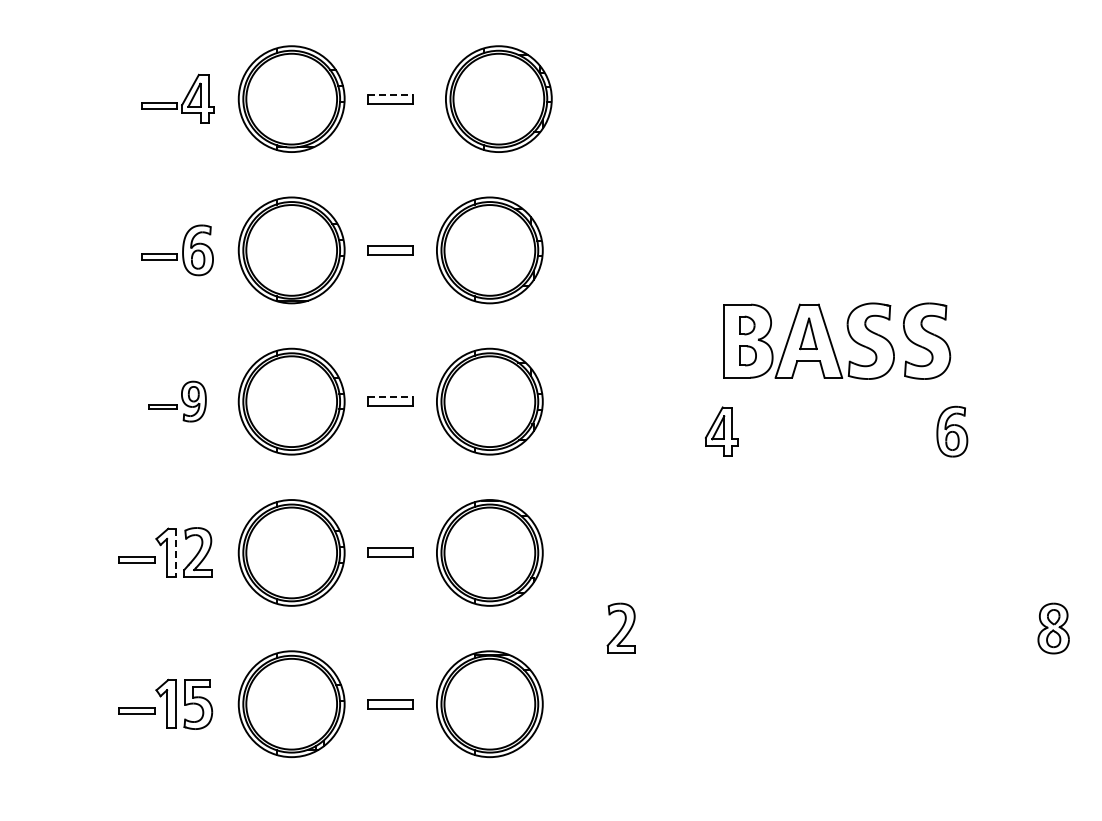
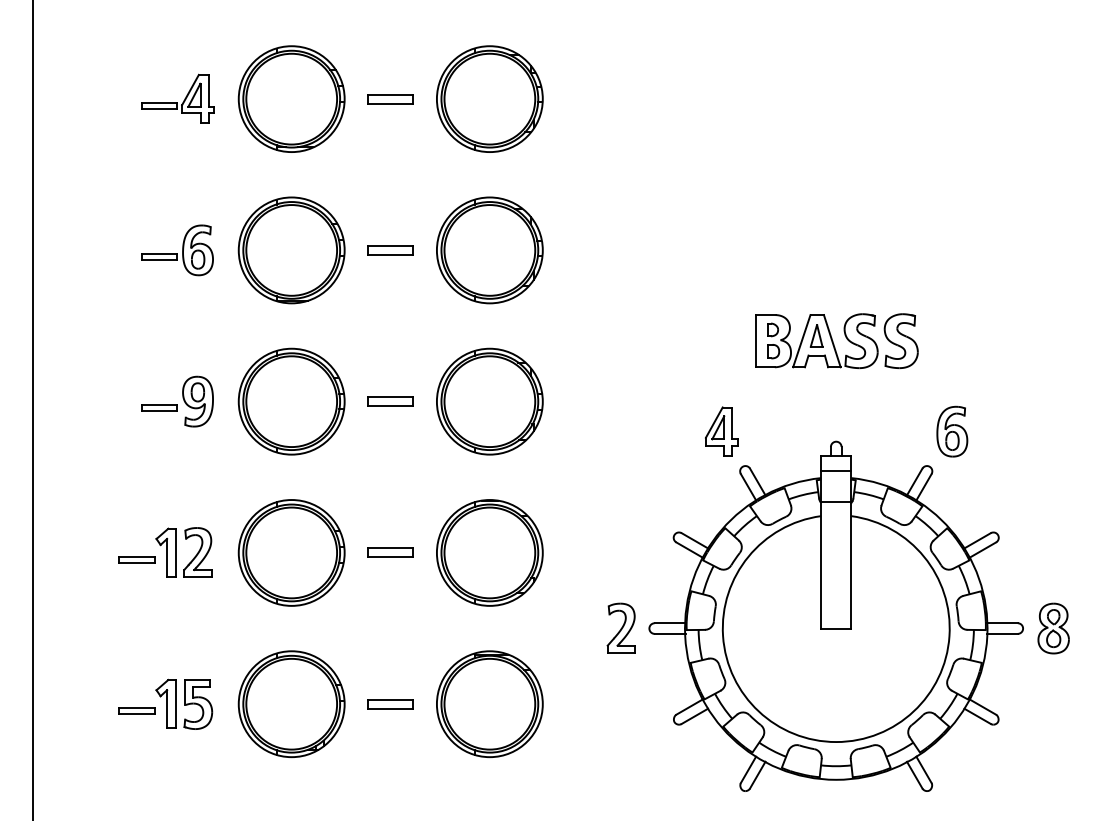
line at (390, 94): dashed -> solid
part at (498, 98) position: (498, 98) -> (489, 98)
part at (837, 340) size: 229x78 px -> 164x56 px
line at (390, 397): dashed -> solid
part at (177, 401) size: 59x43 px -> 73x53 px
line at (33, 409): none -> present
line at (175, 553): dashed -> solid
part at (835, 615): none -> present
